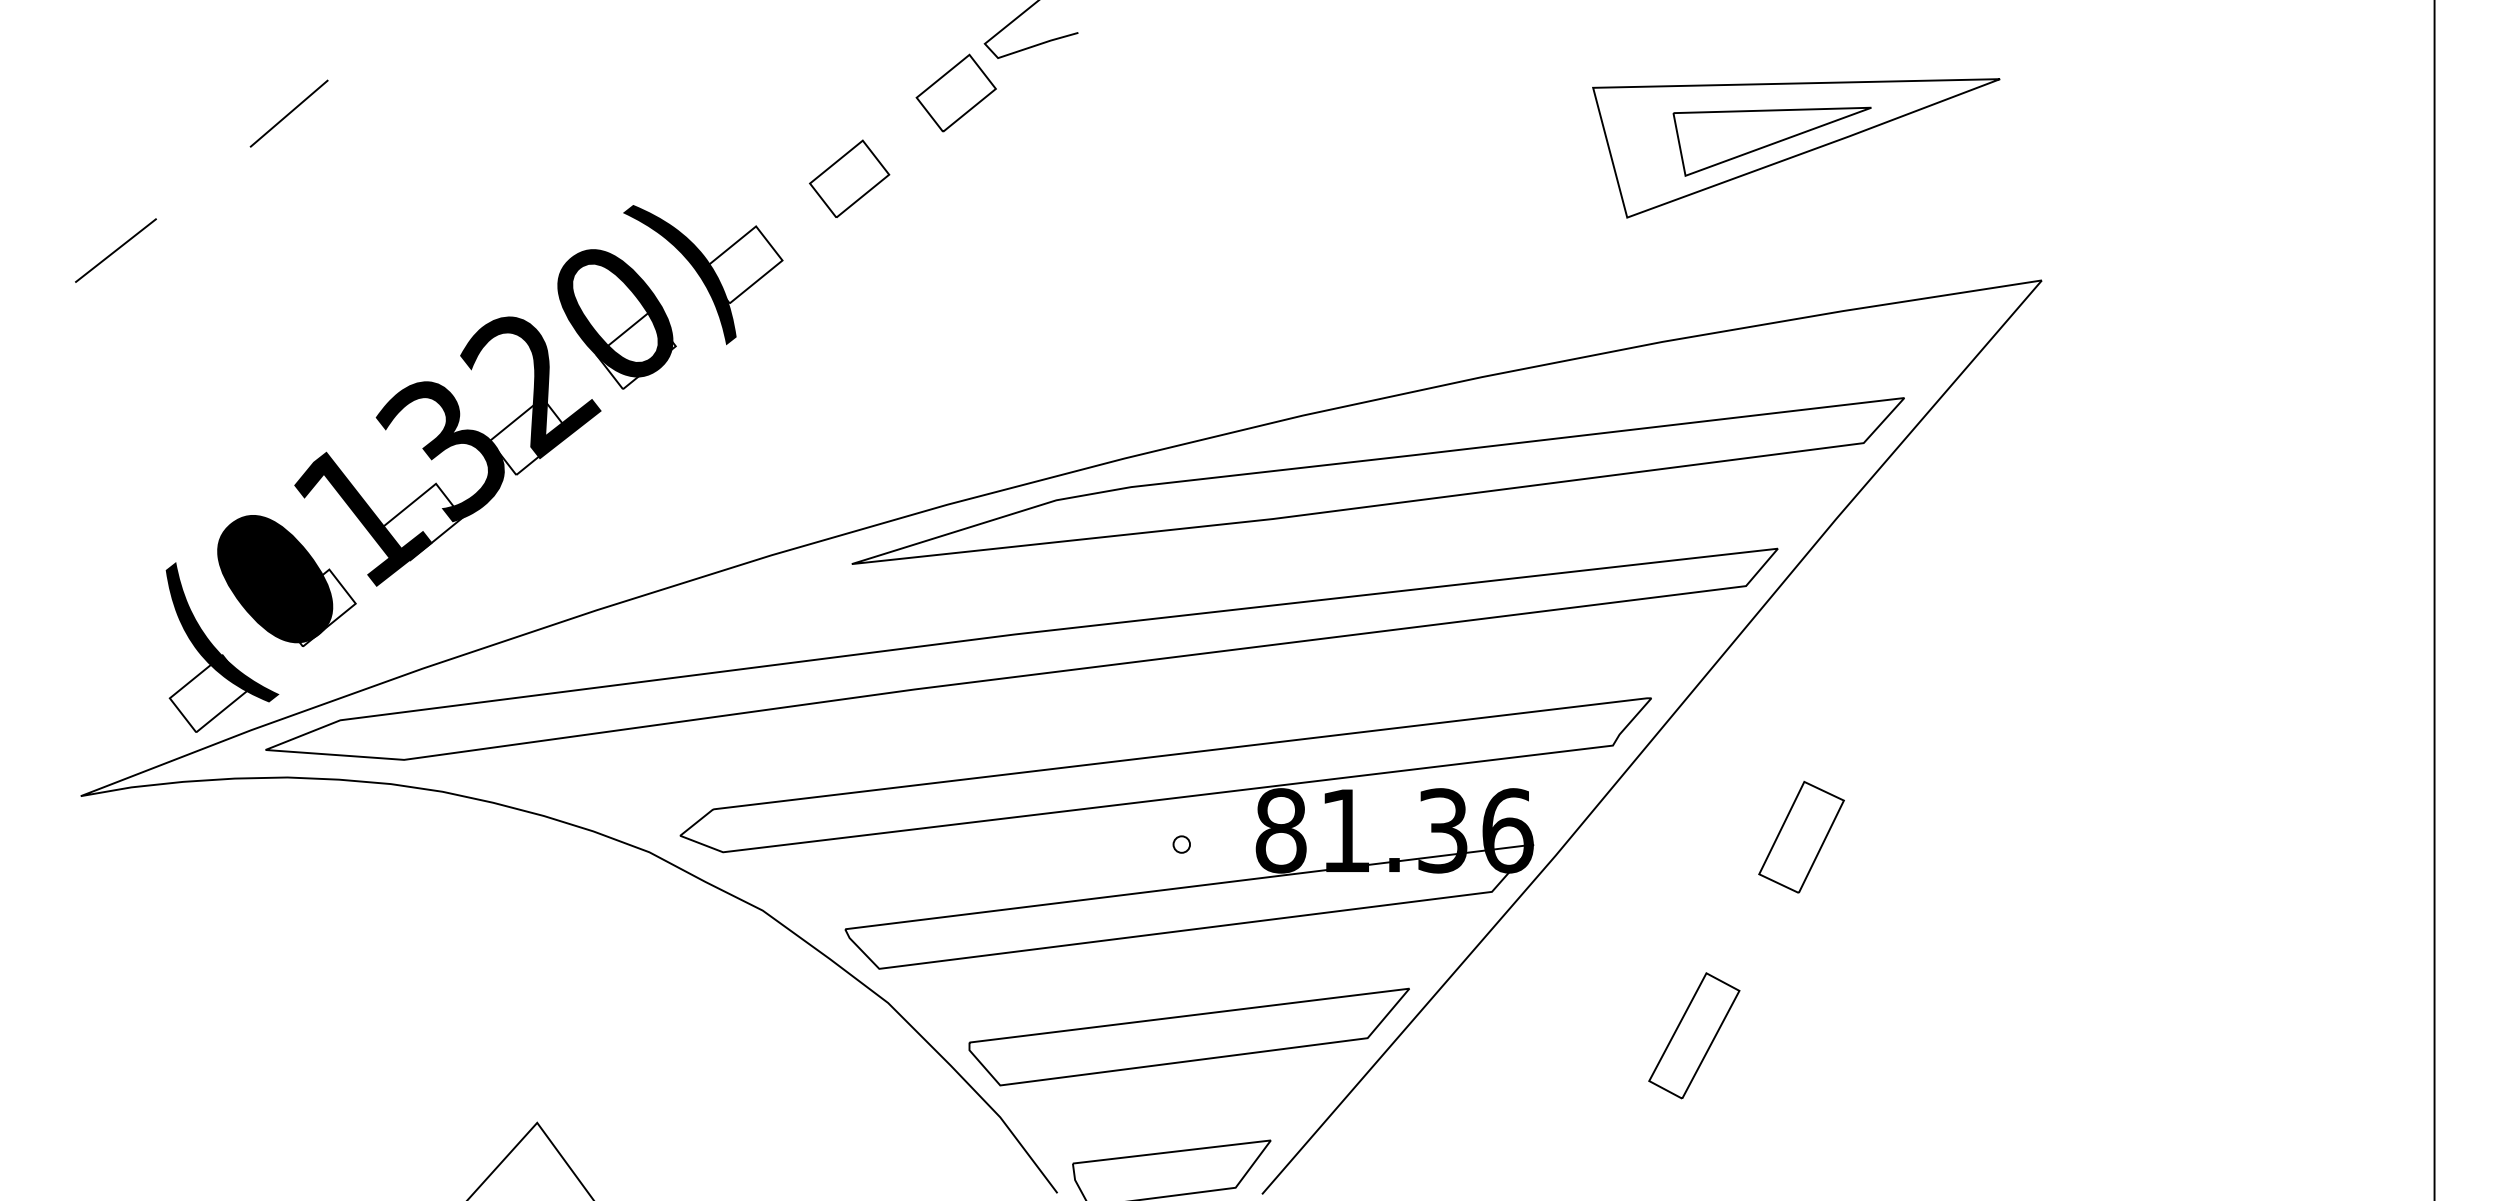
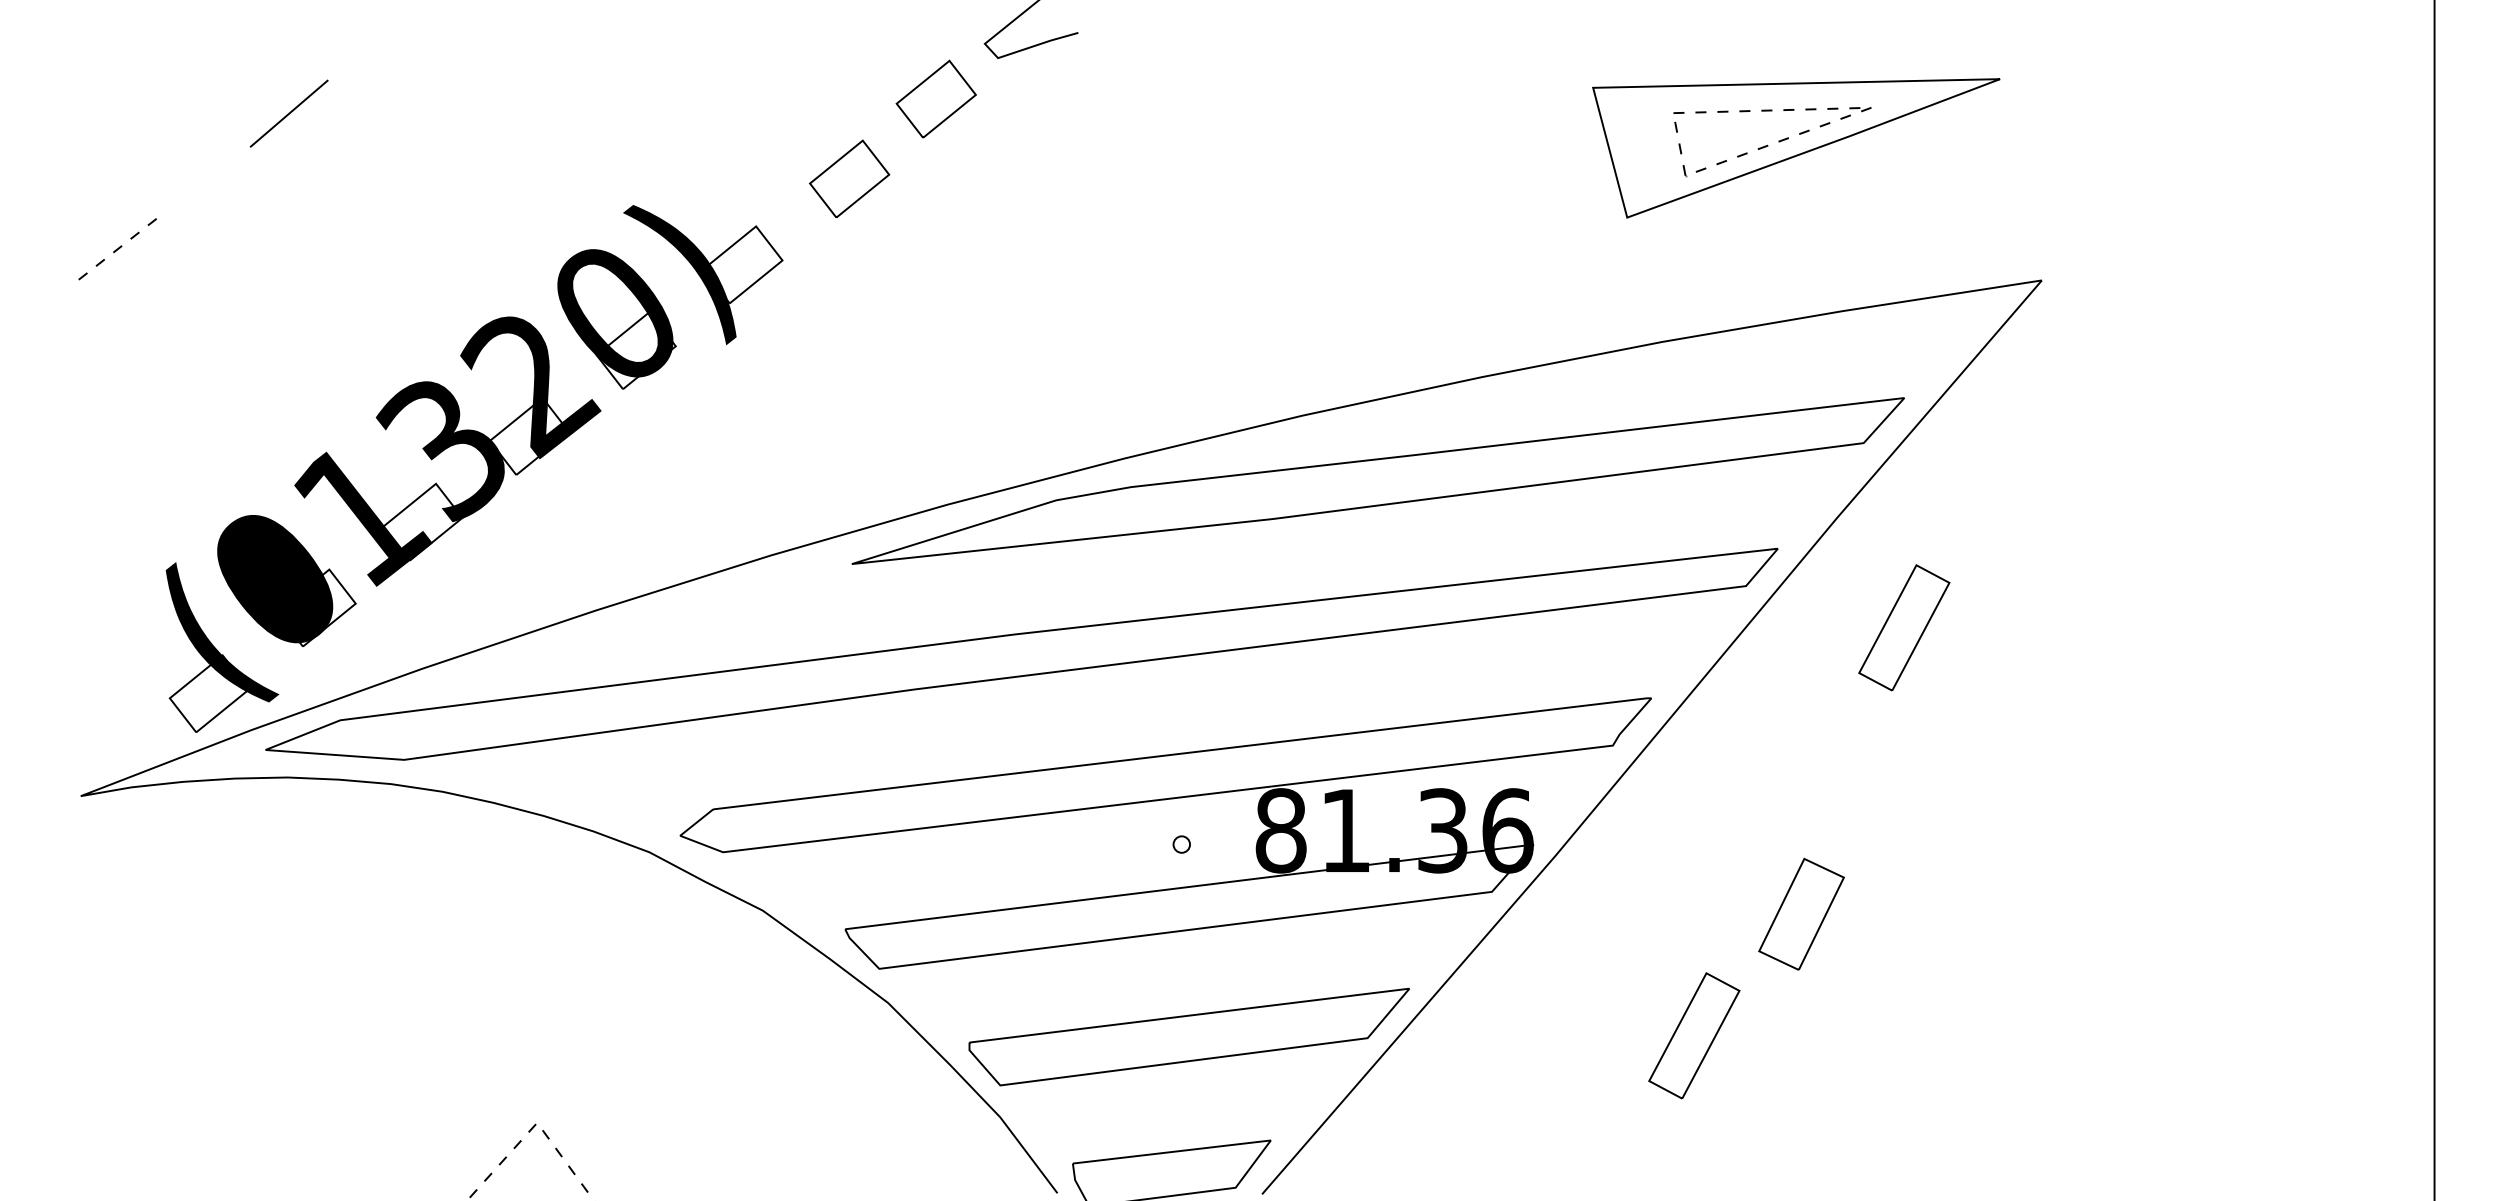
part at (955, 92) position: (955, 92) -> (935, 98)
line at (1841, 118): solid -> dashed
line at (115, 250): solid -> dashed
part at (1904, 627): none -> present
part at (1801, 836) position: (1801, 836) -> (1801, 913)
line at (534, 1125): solid -> dashed
